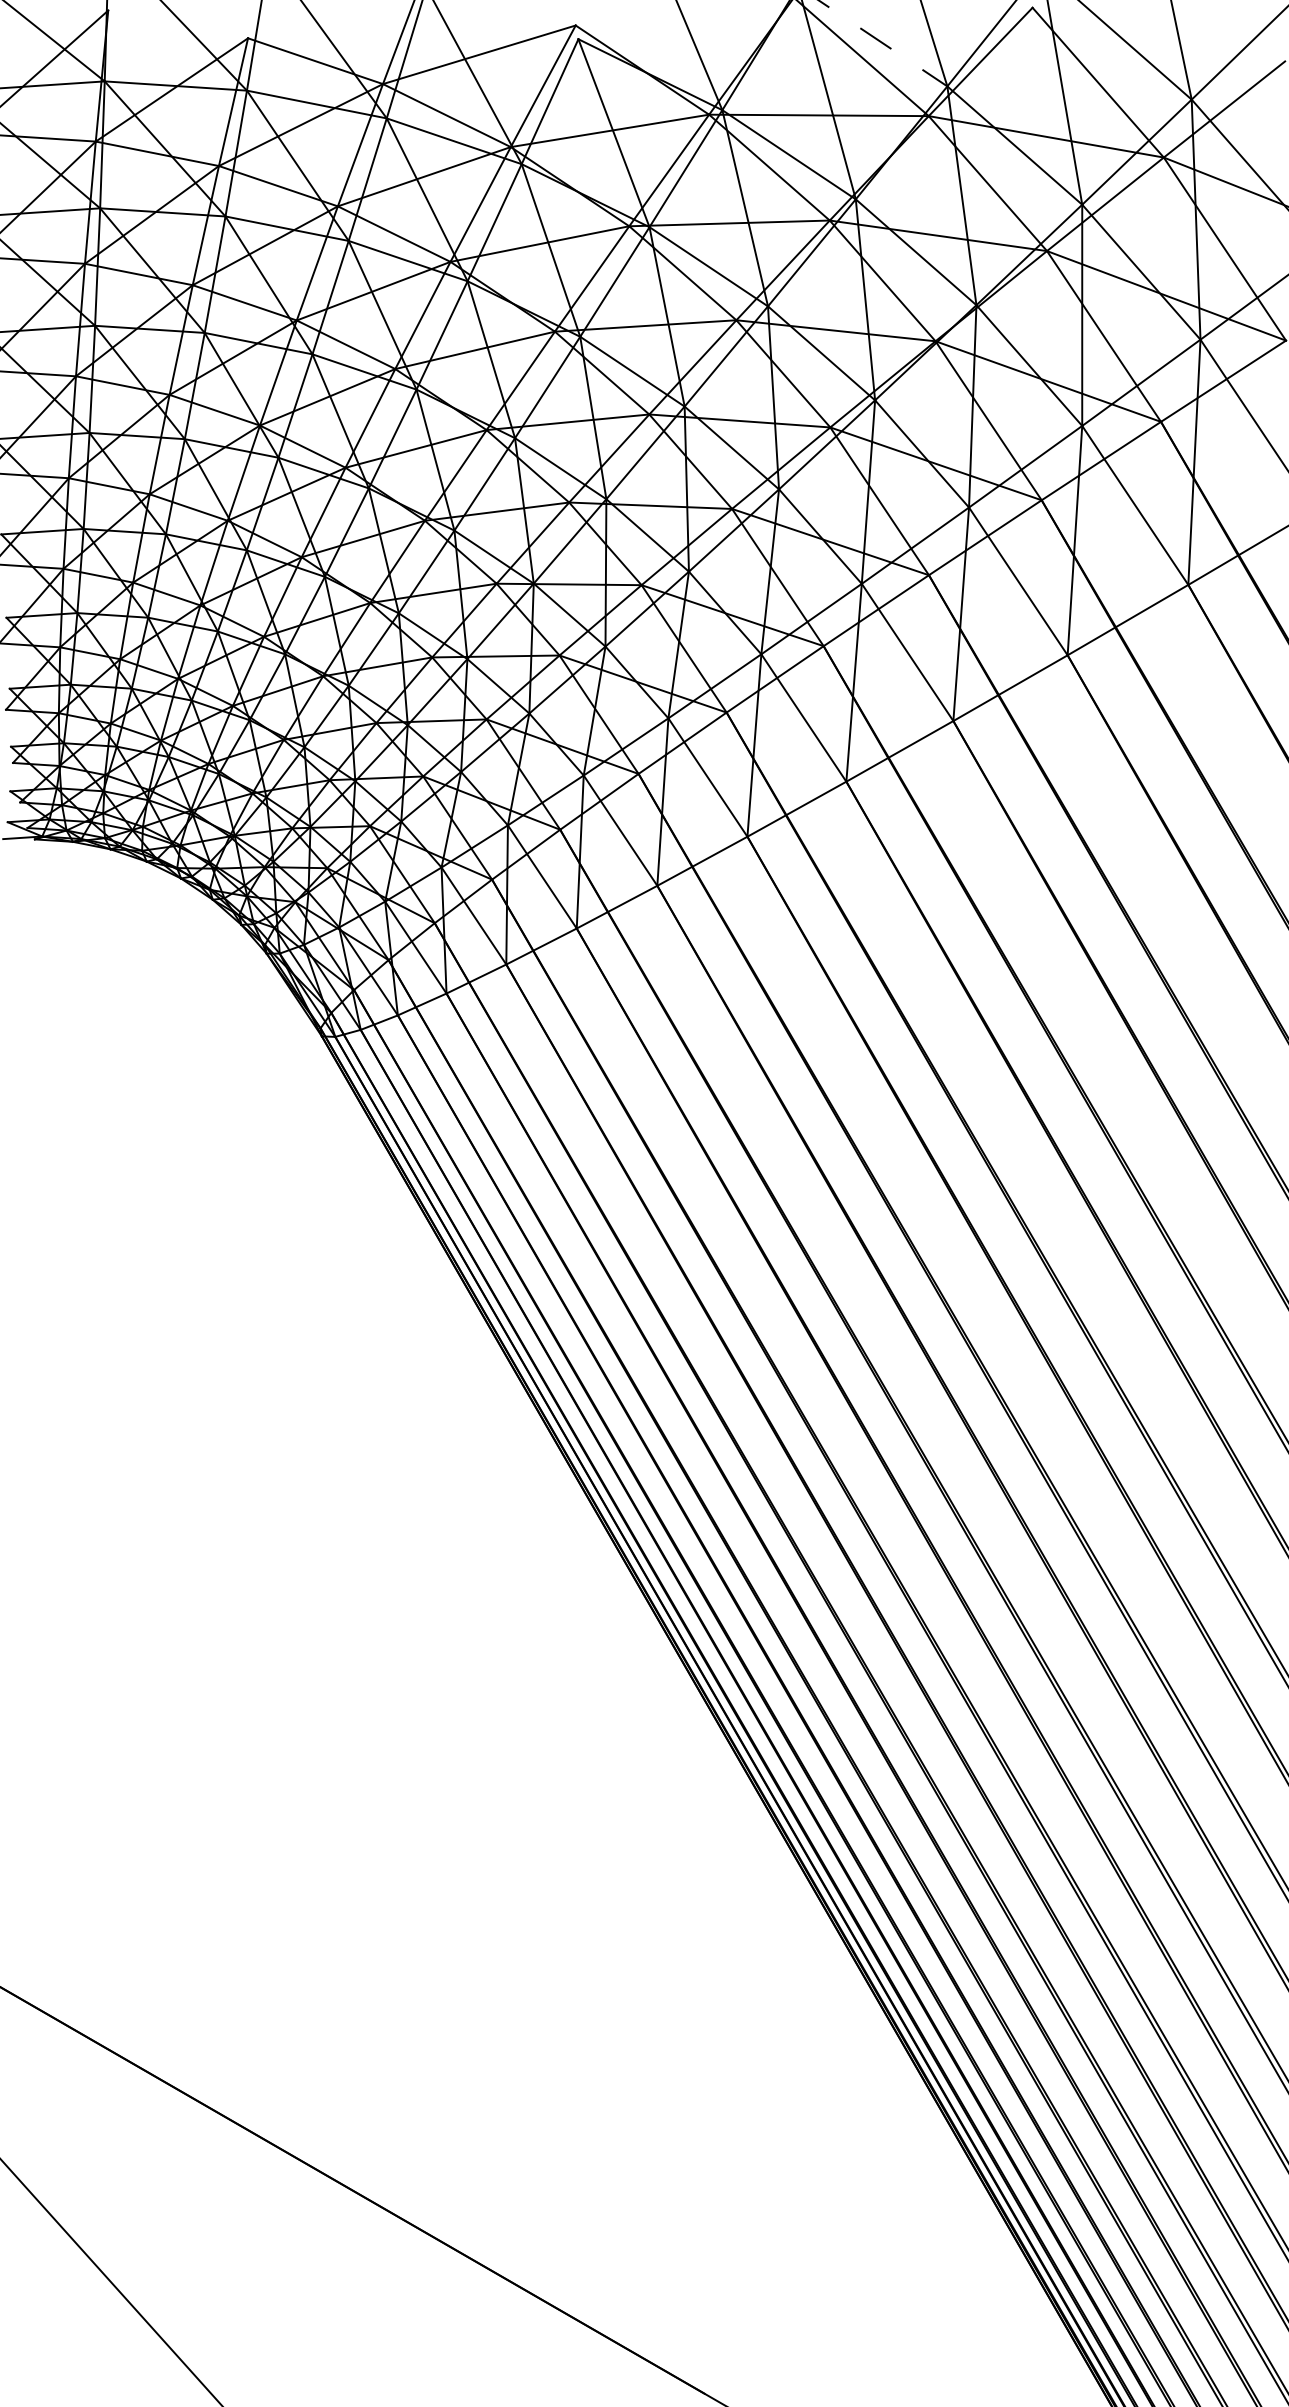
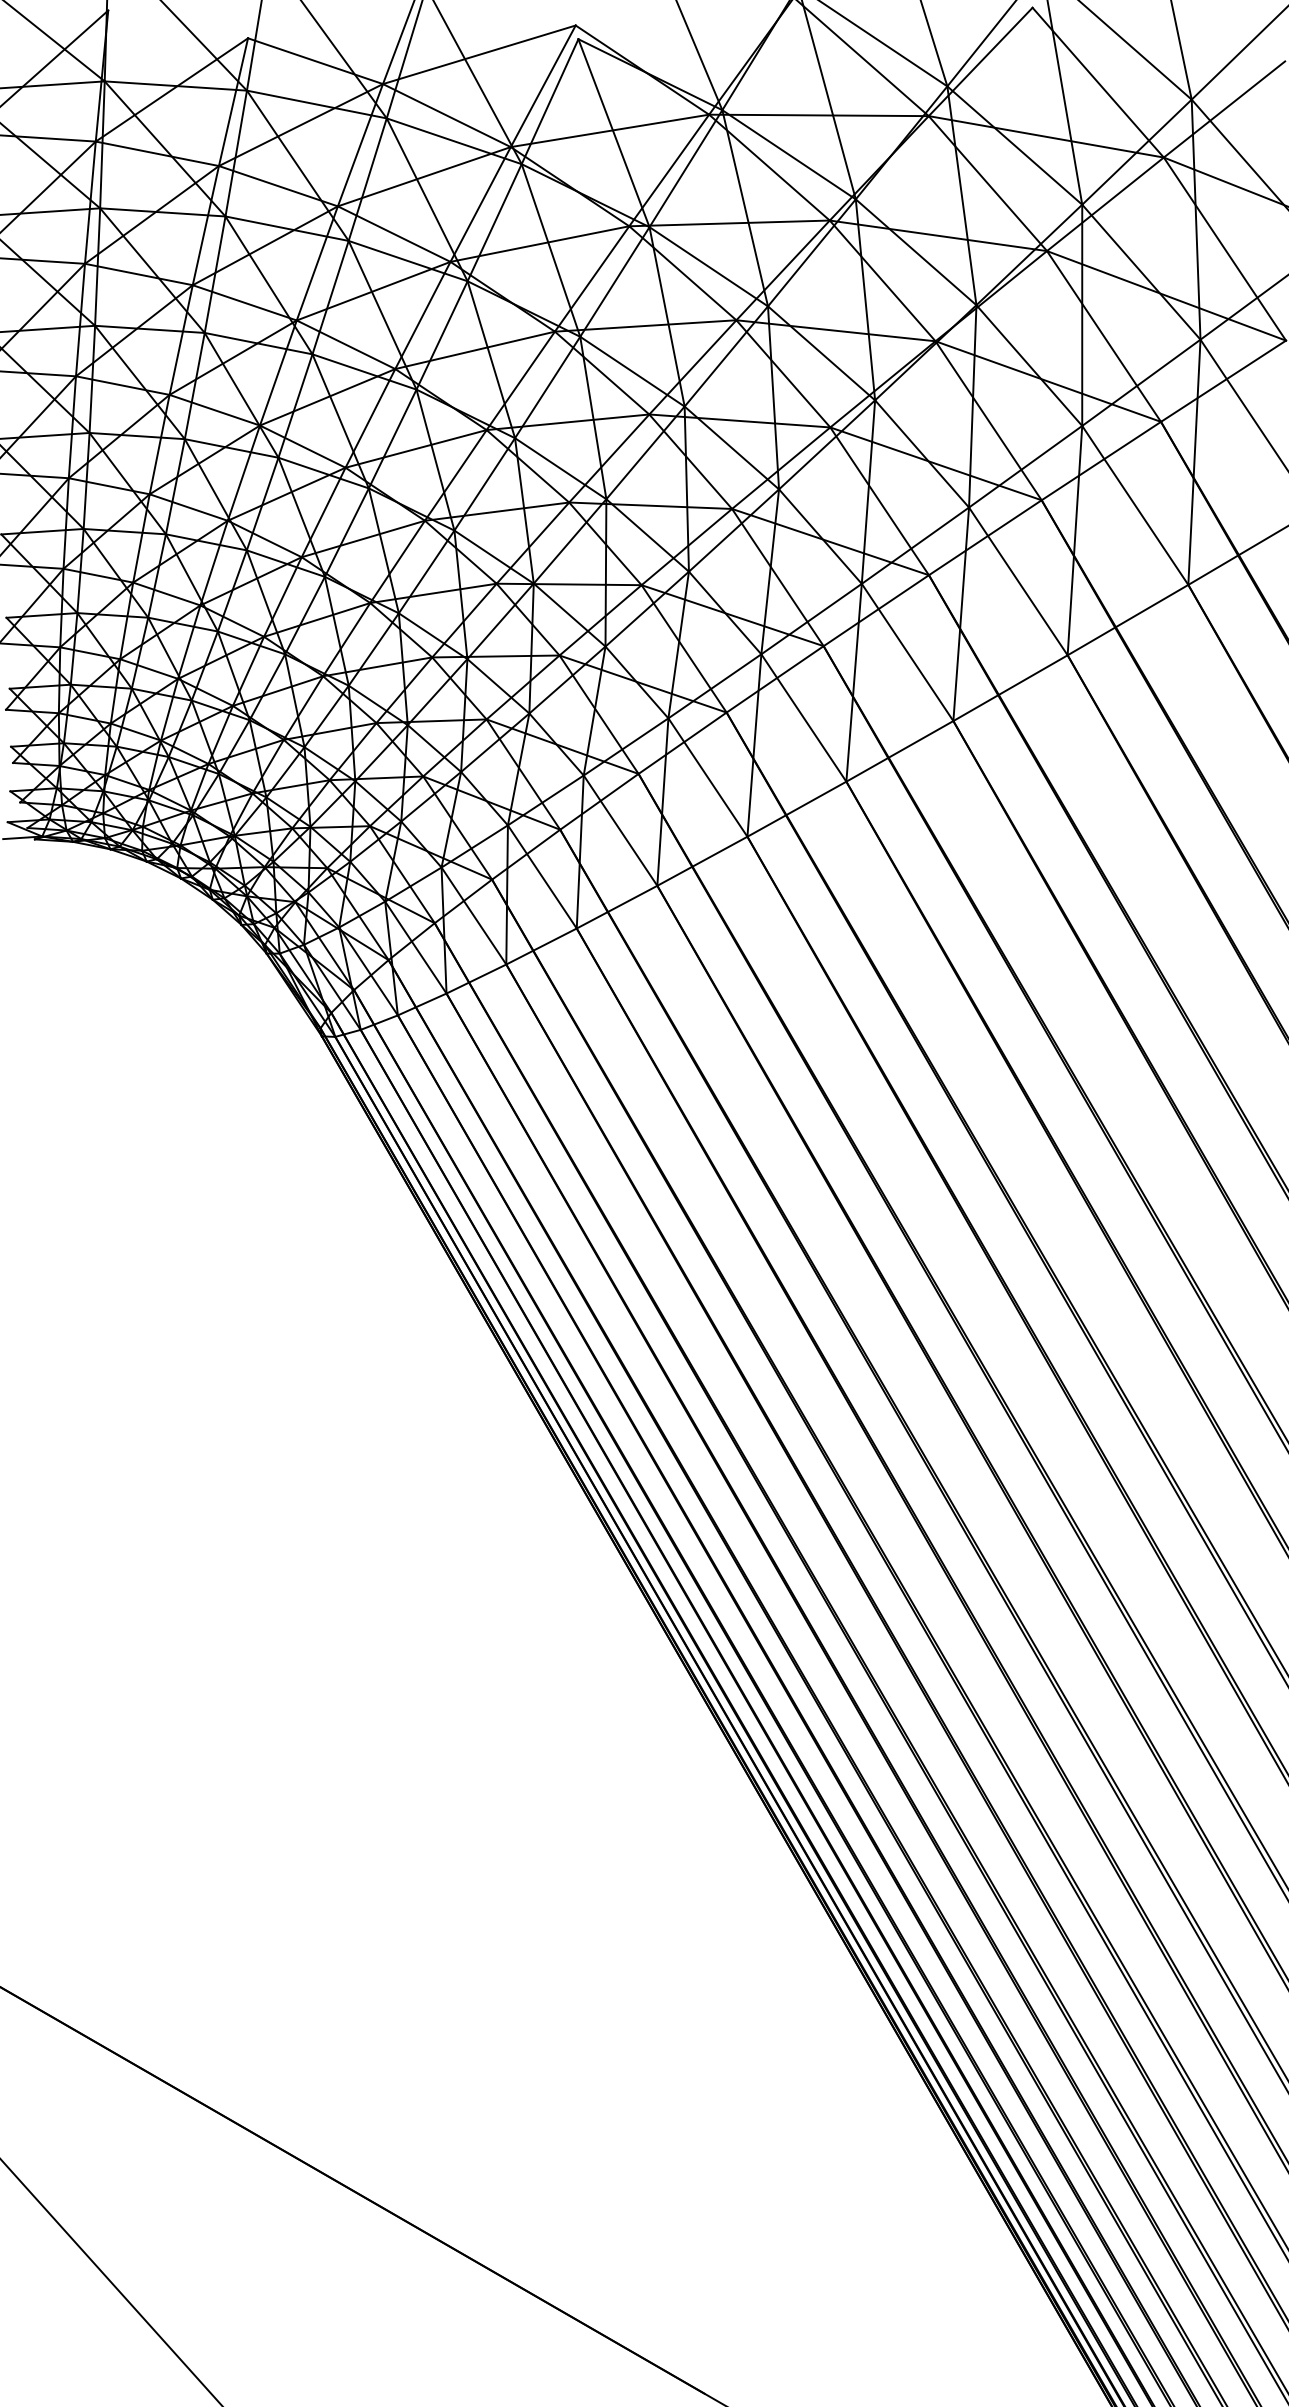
line at (882, 43): dashed -> solid
